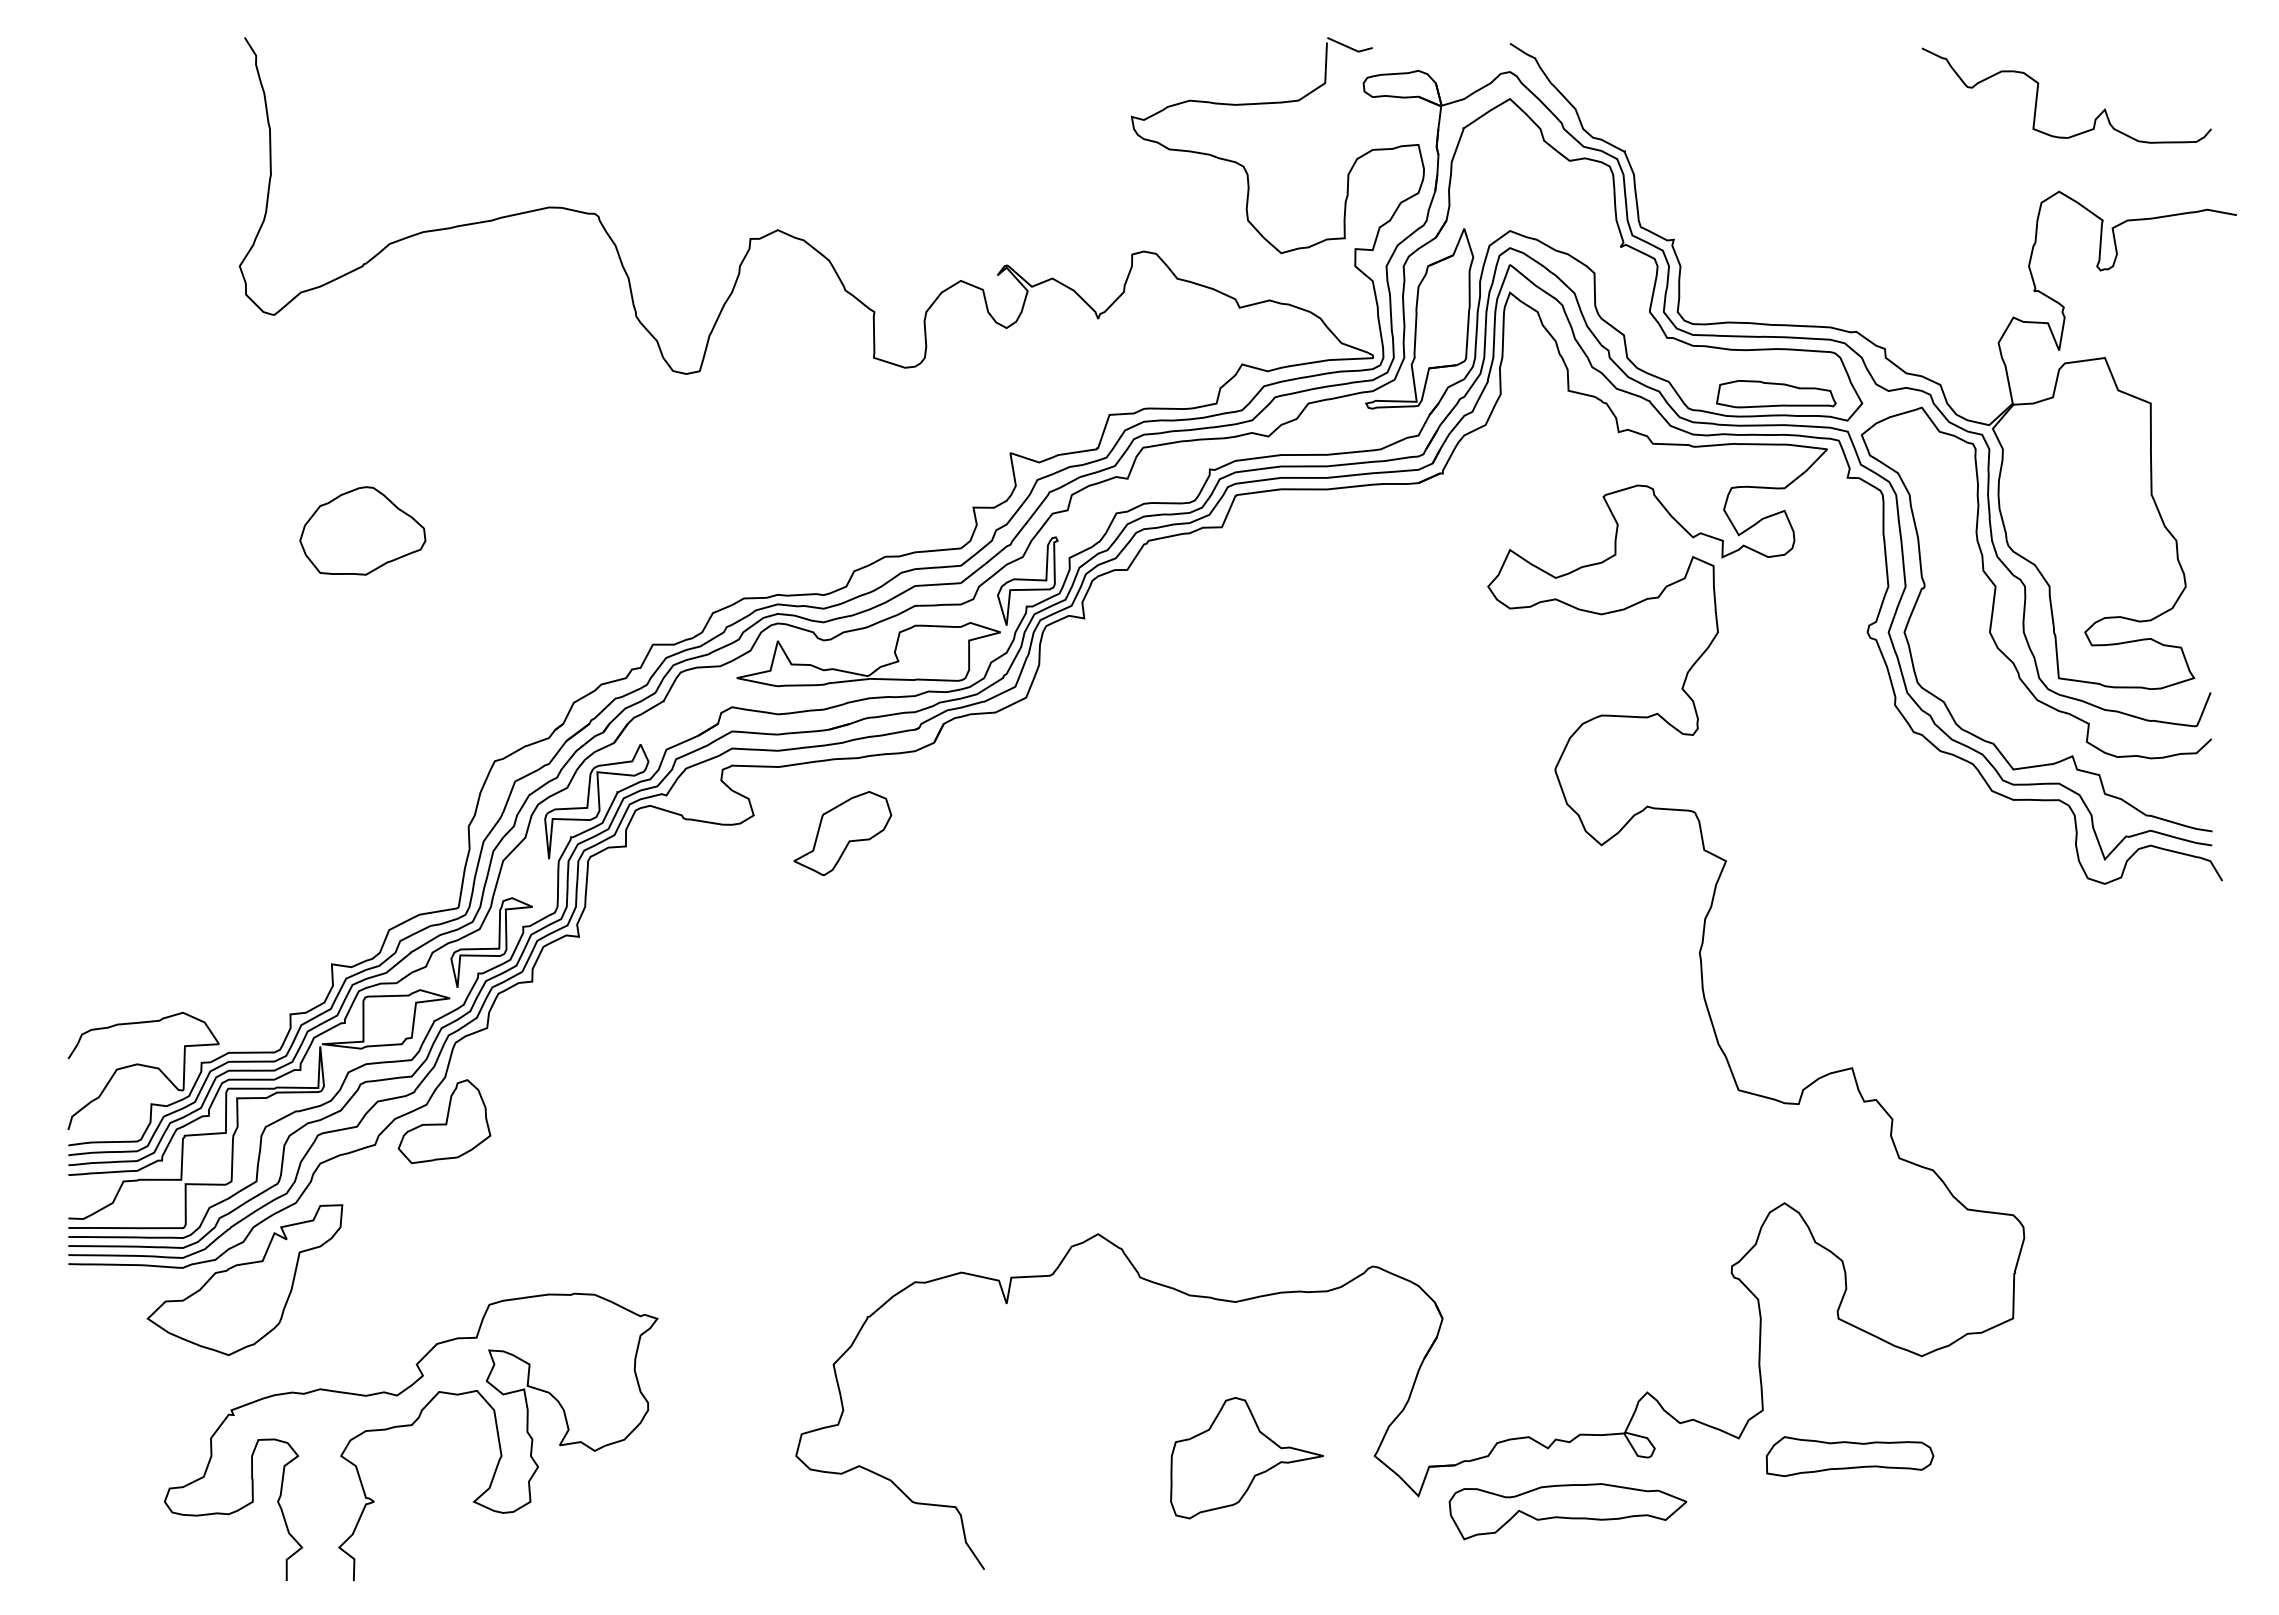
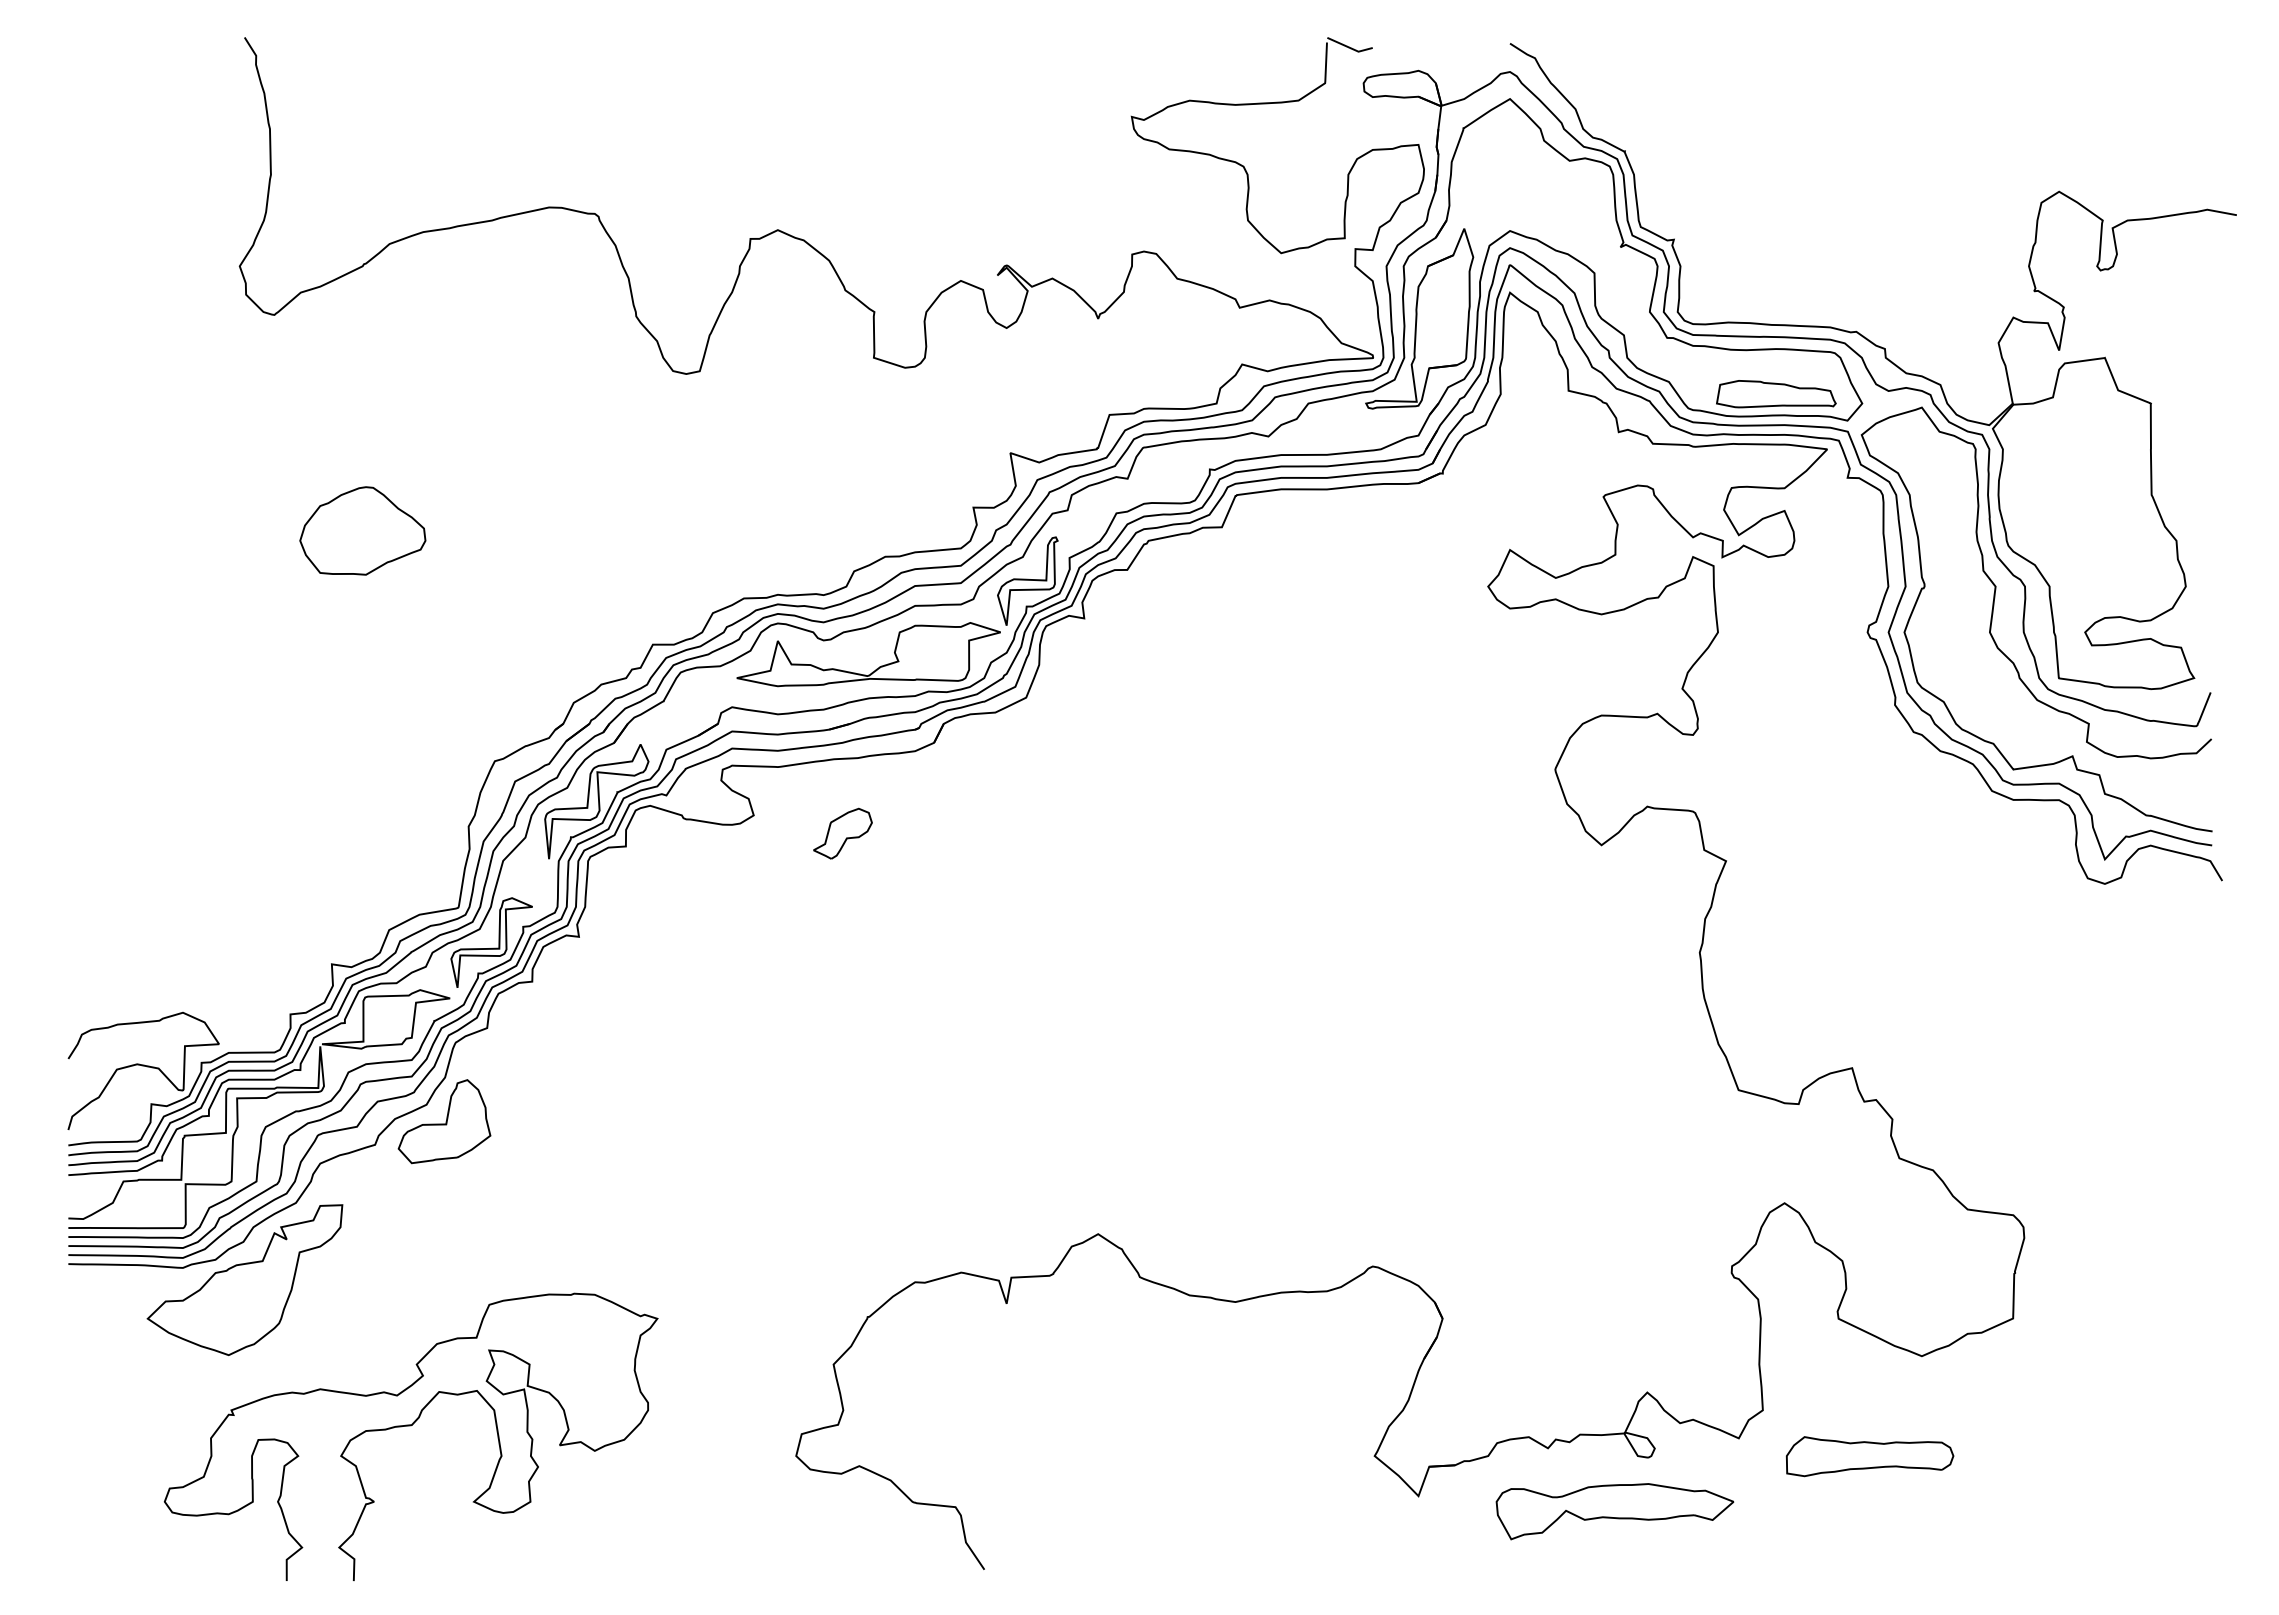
curve at (2038, 93): present -> none
part at (842, 833) size: 100x86 px -> 60x53 px
part at (1849, 1456) position: (1849, 1456) -> (1869, 1456)
part at (1246, 1458): present -> none
part at (1567, 1511) position: (1567, 1511) -> (1614, 1511)
